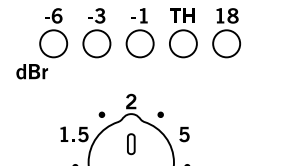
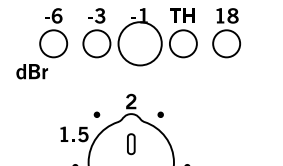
circle at (139, 43) diameter: 27 px -> 43 px
part at (101, 114) position: (101, 114) -> (96, 114)
part at (184, 134): present -> none
